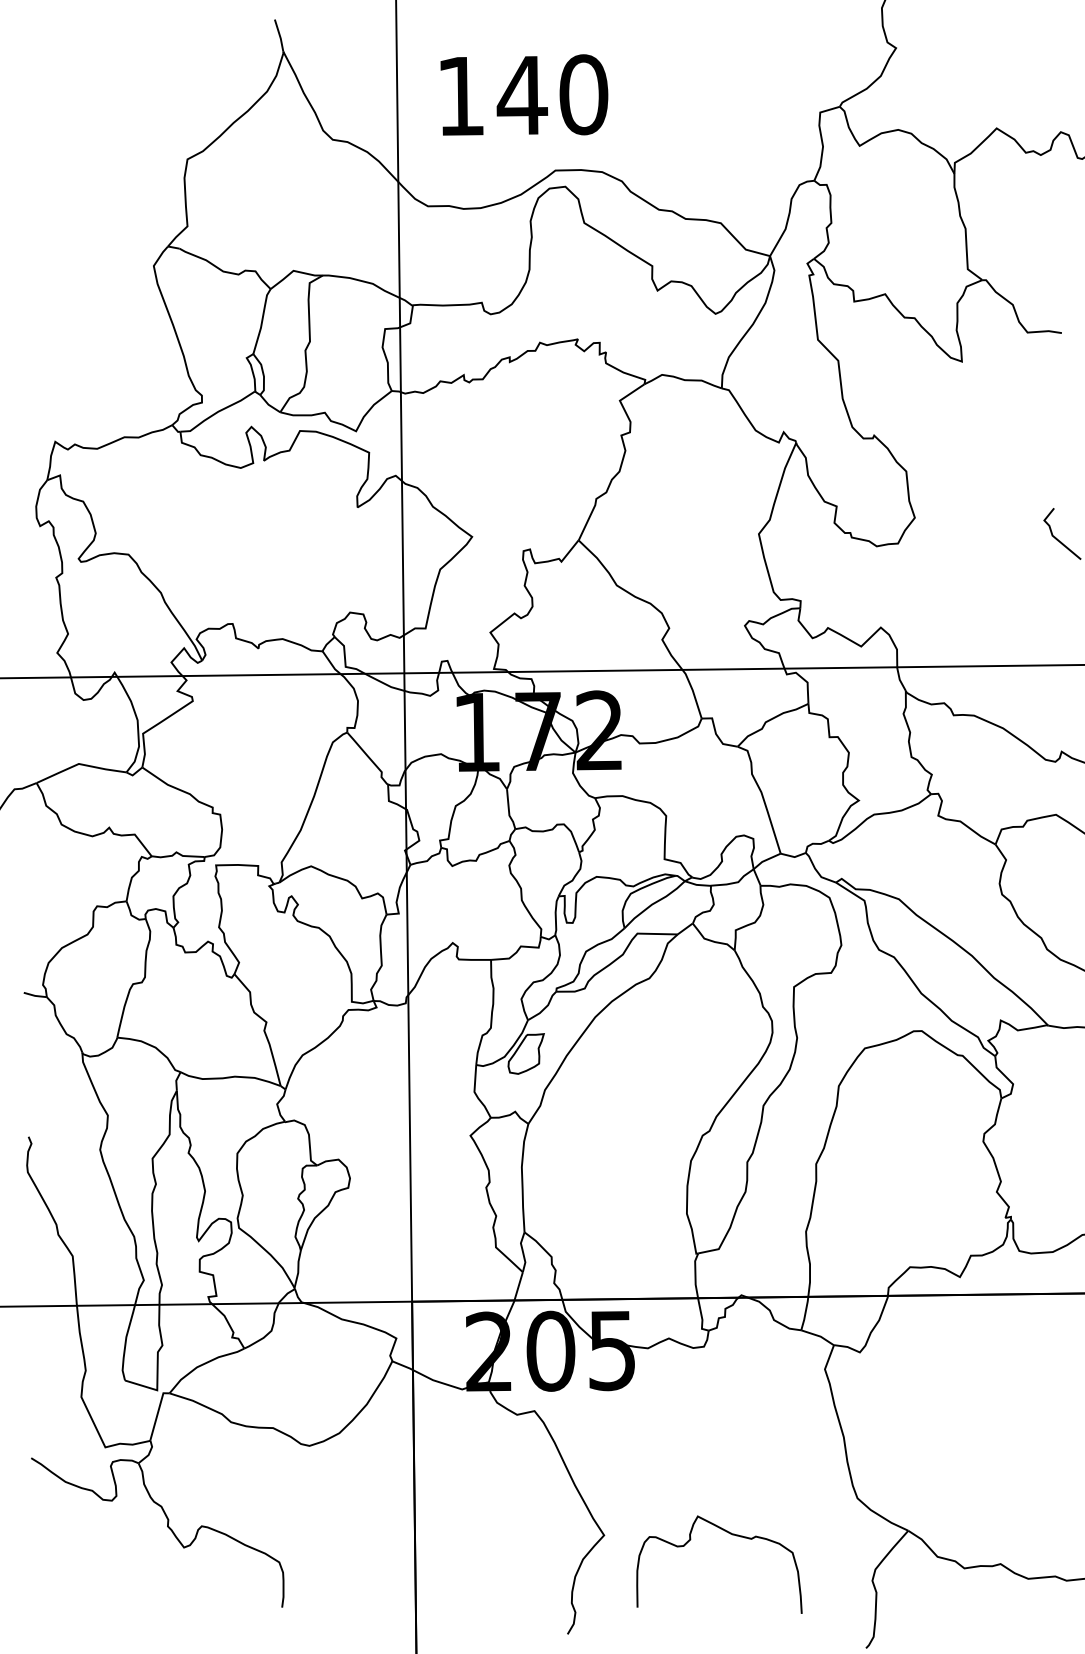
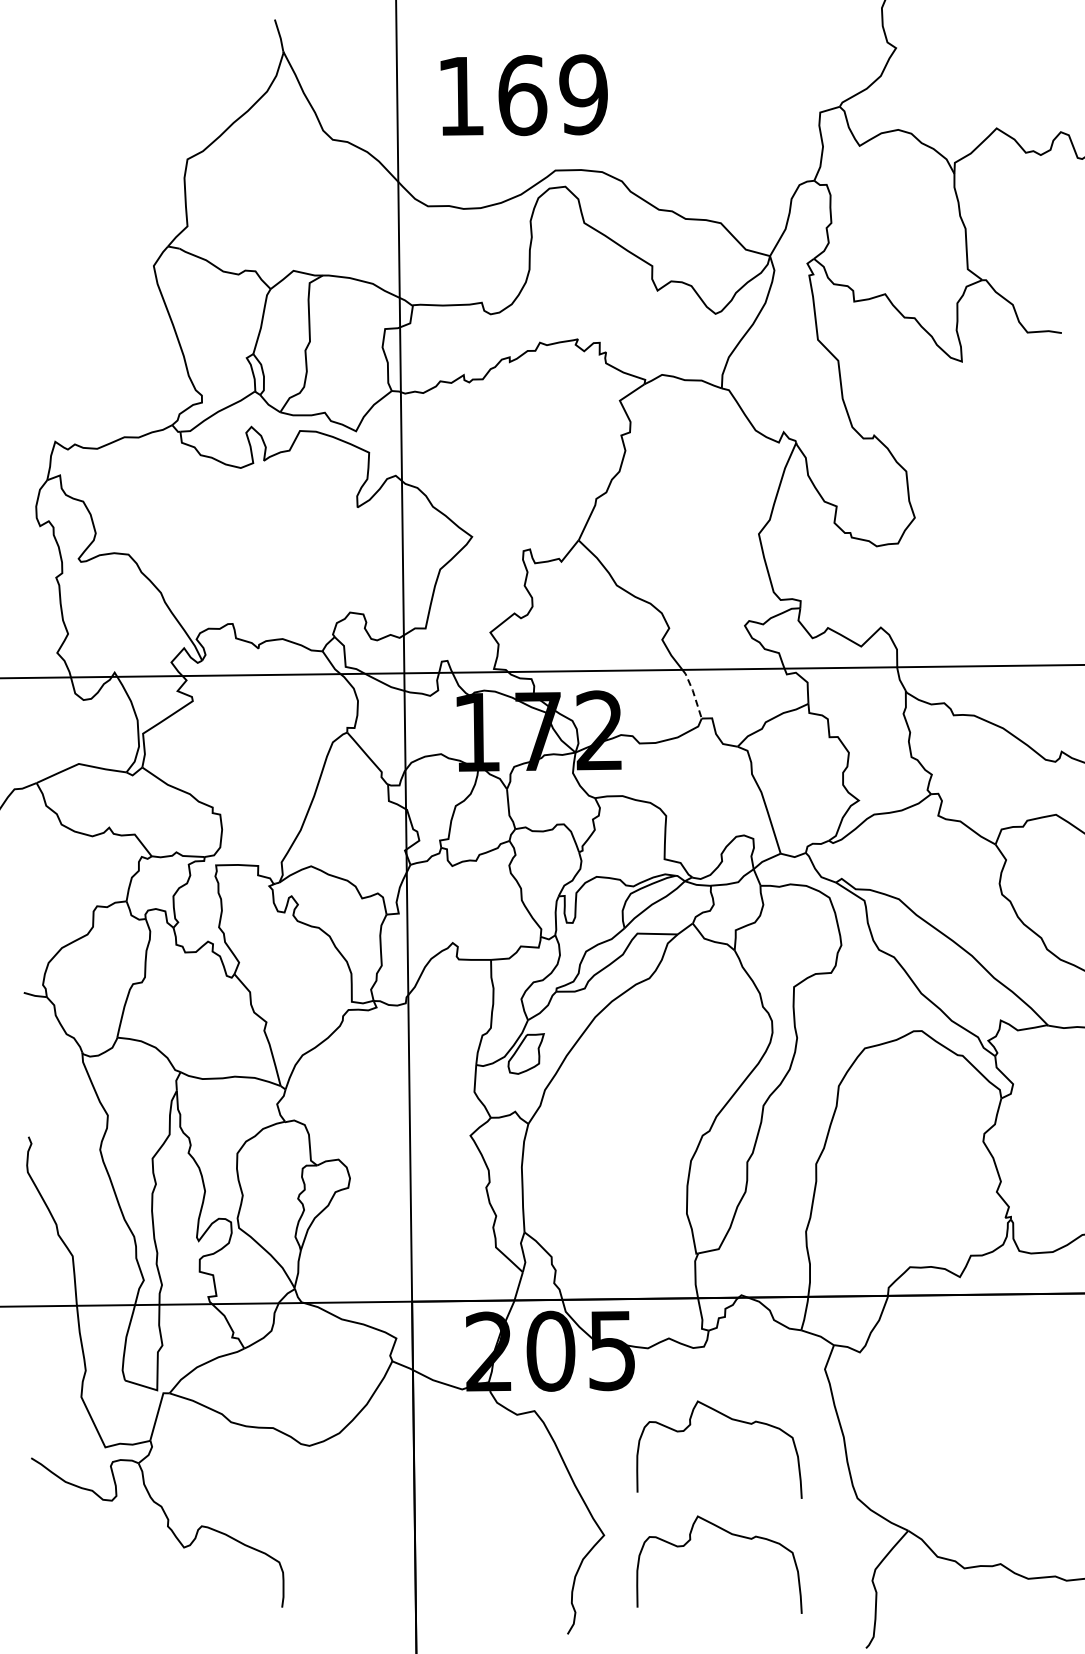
text at (552, 95): 140 -> 169
line at (1057, 538): present -> none
line at (693, 692): solid -> dashed
curve at (732, 1420): none -> present
